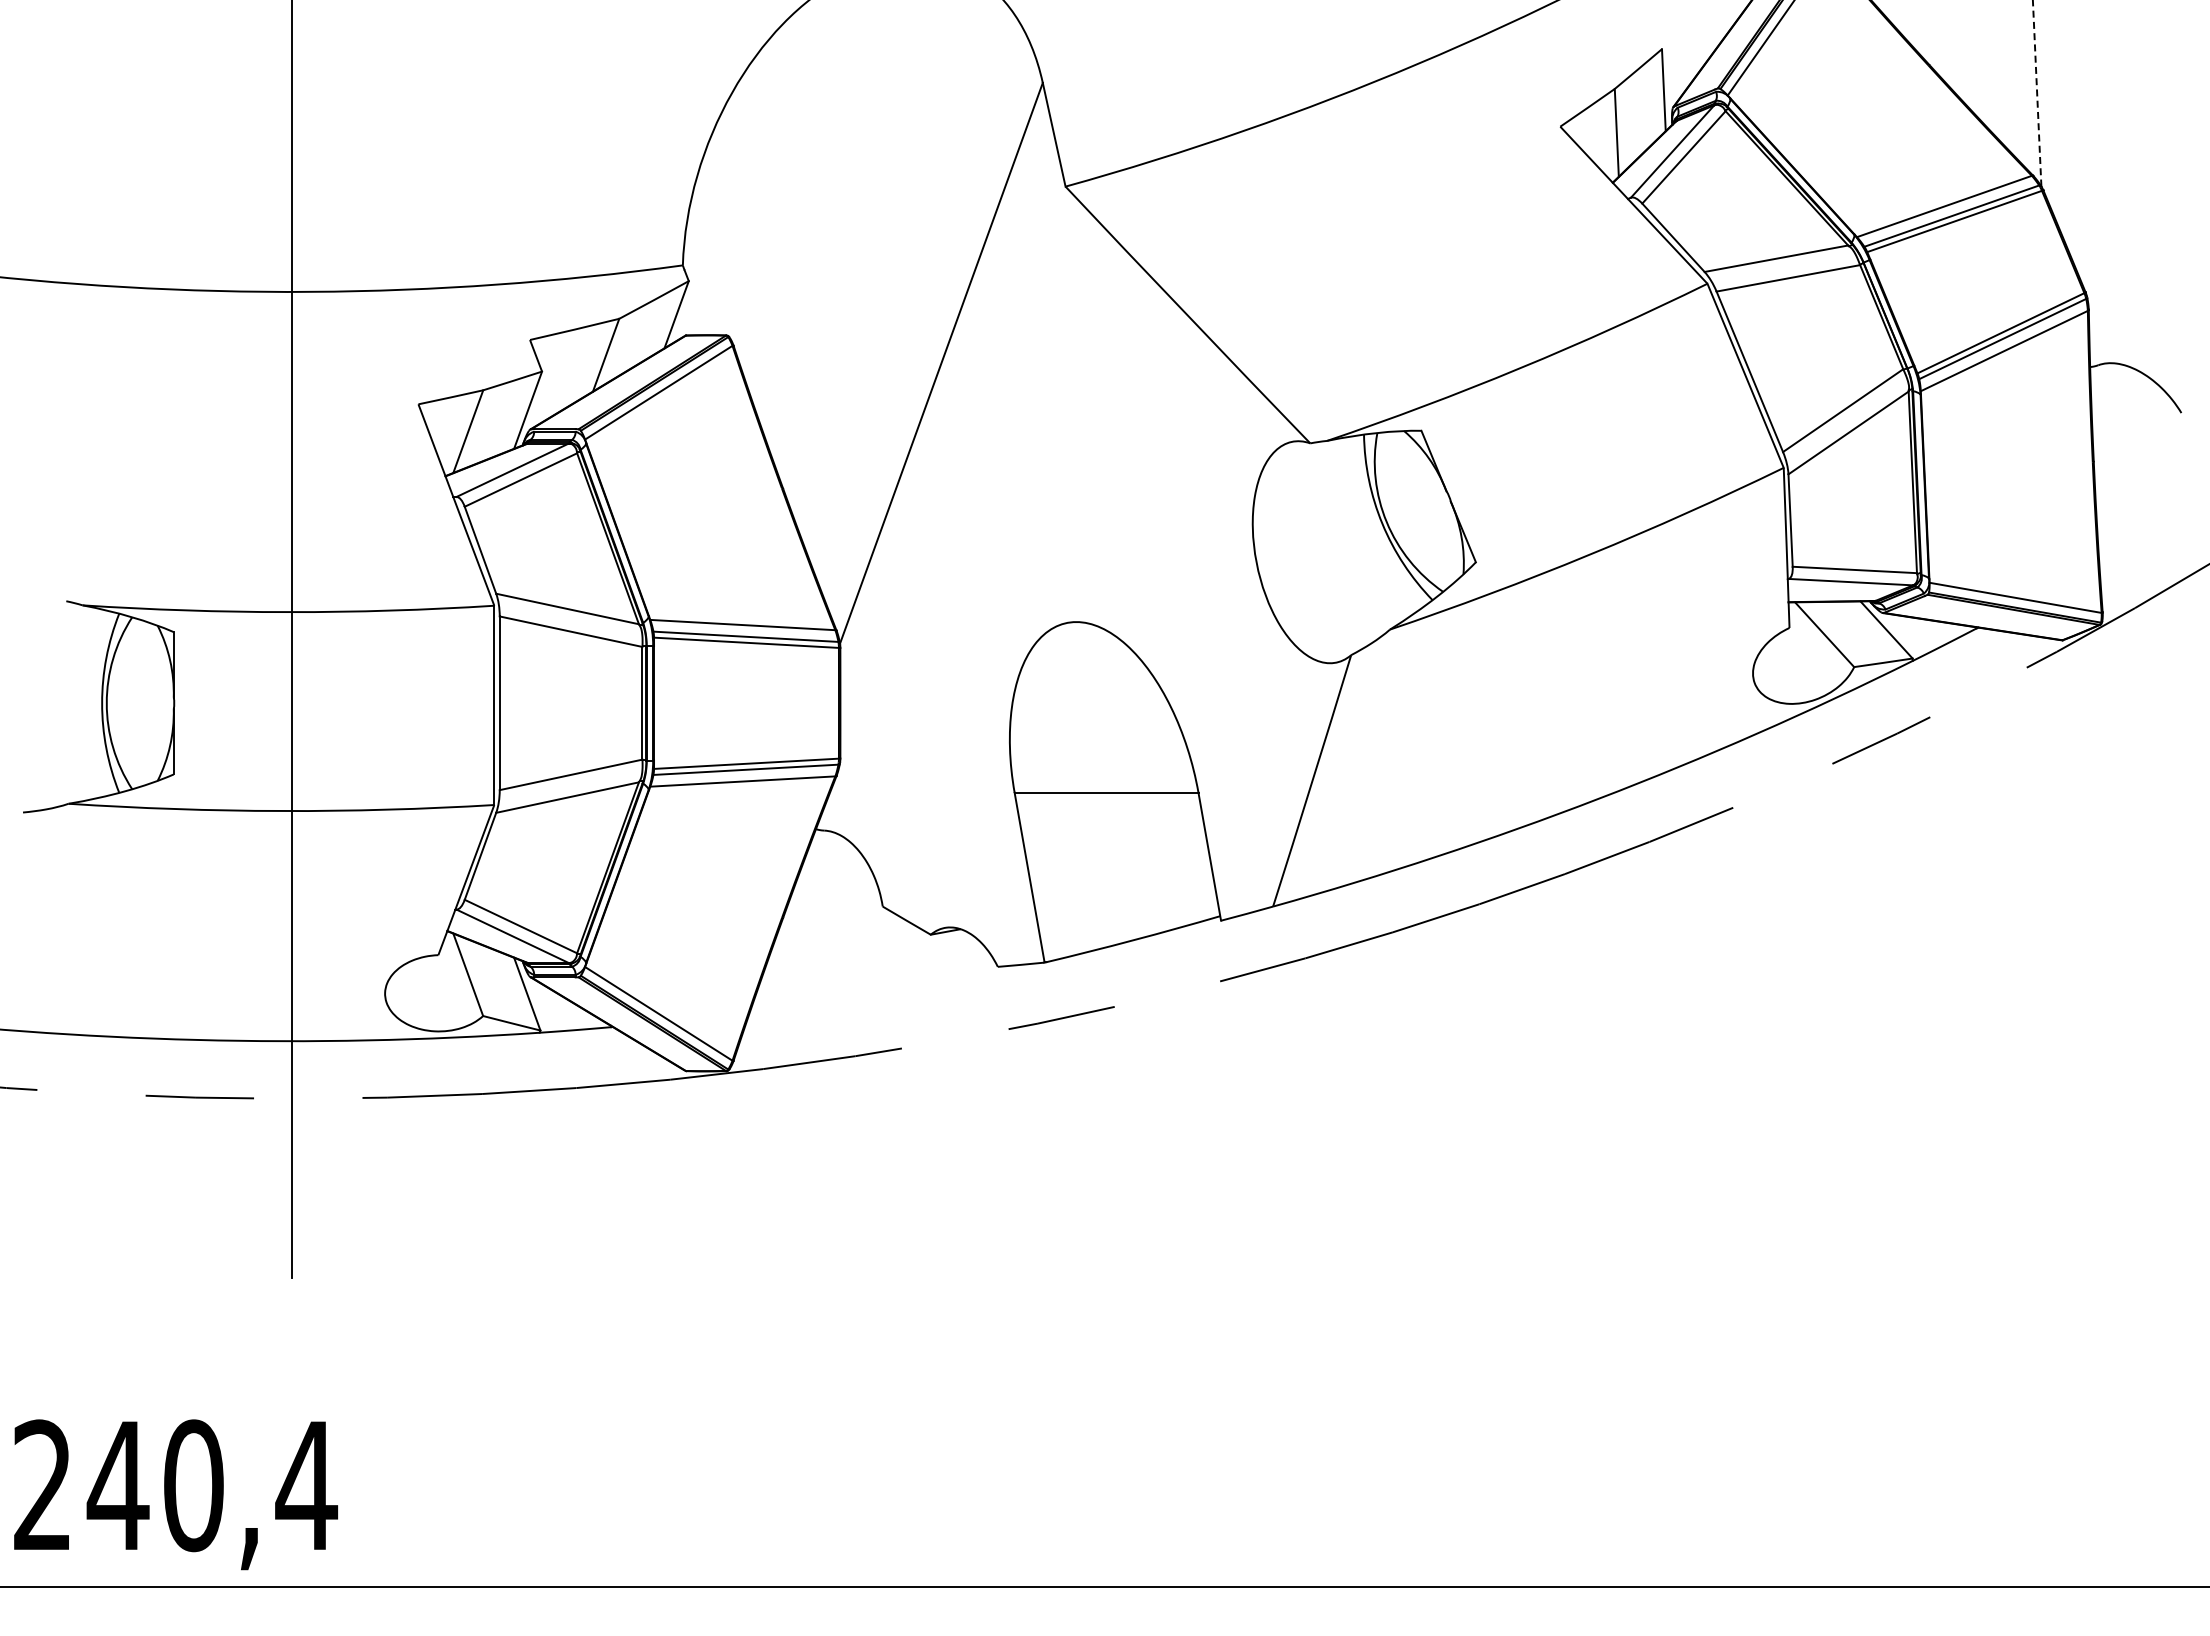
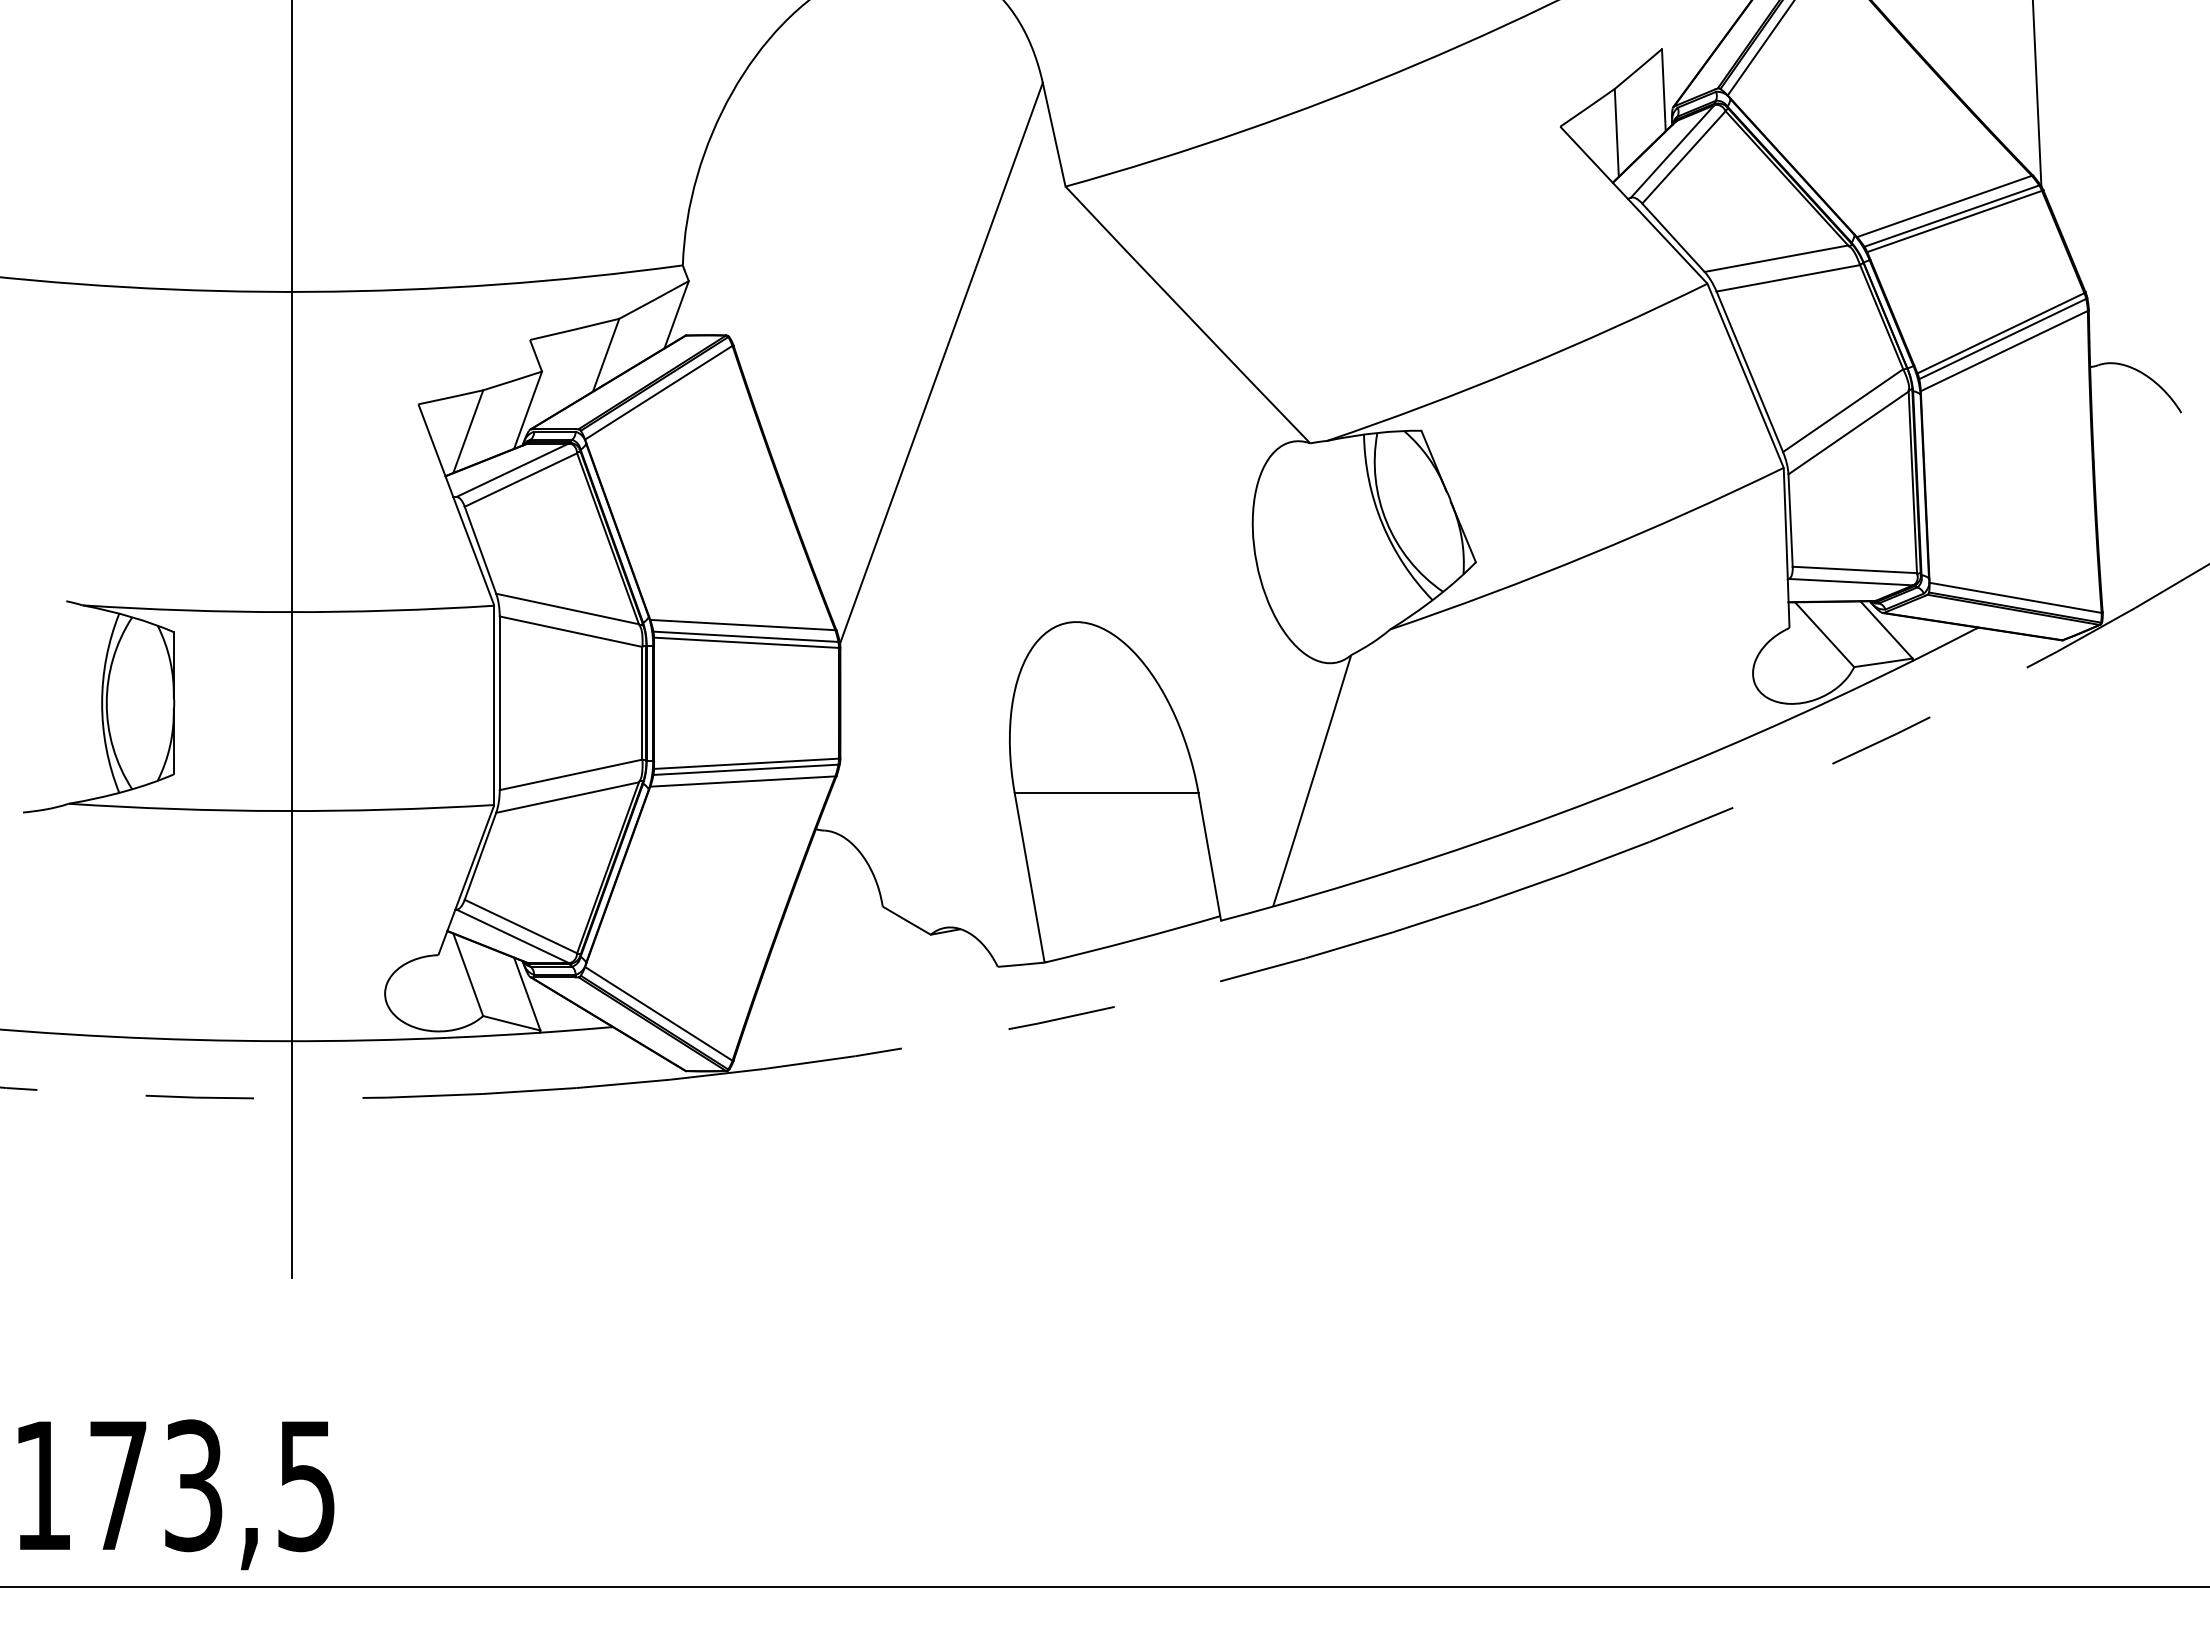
line at (2037, 93): dashed -> solid
text at (176, 1485): 240,4 -> 173,5
